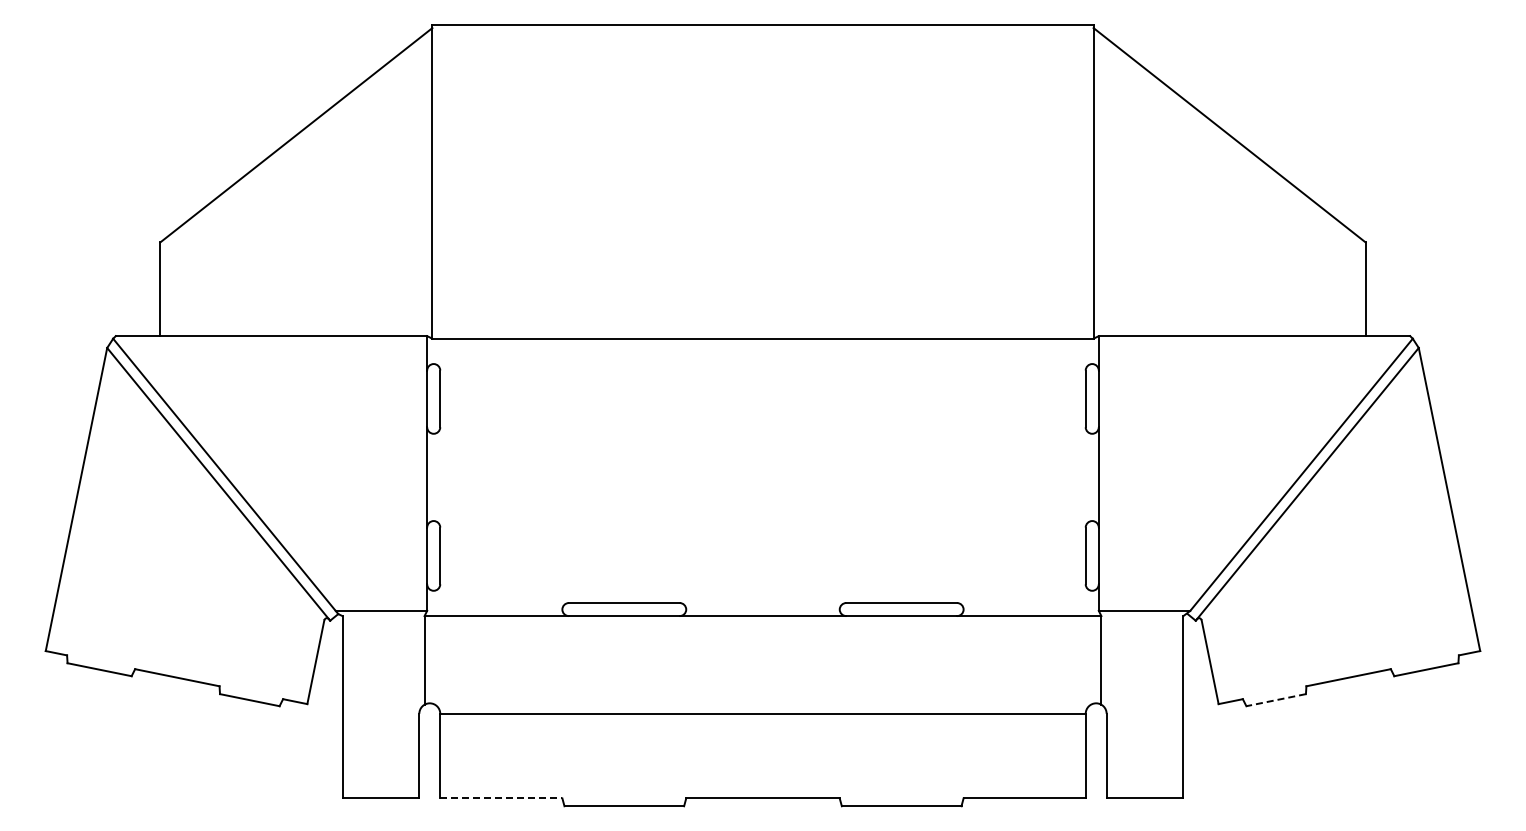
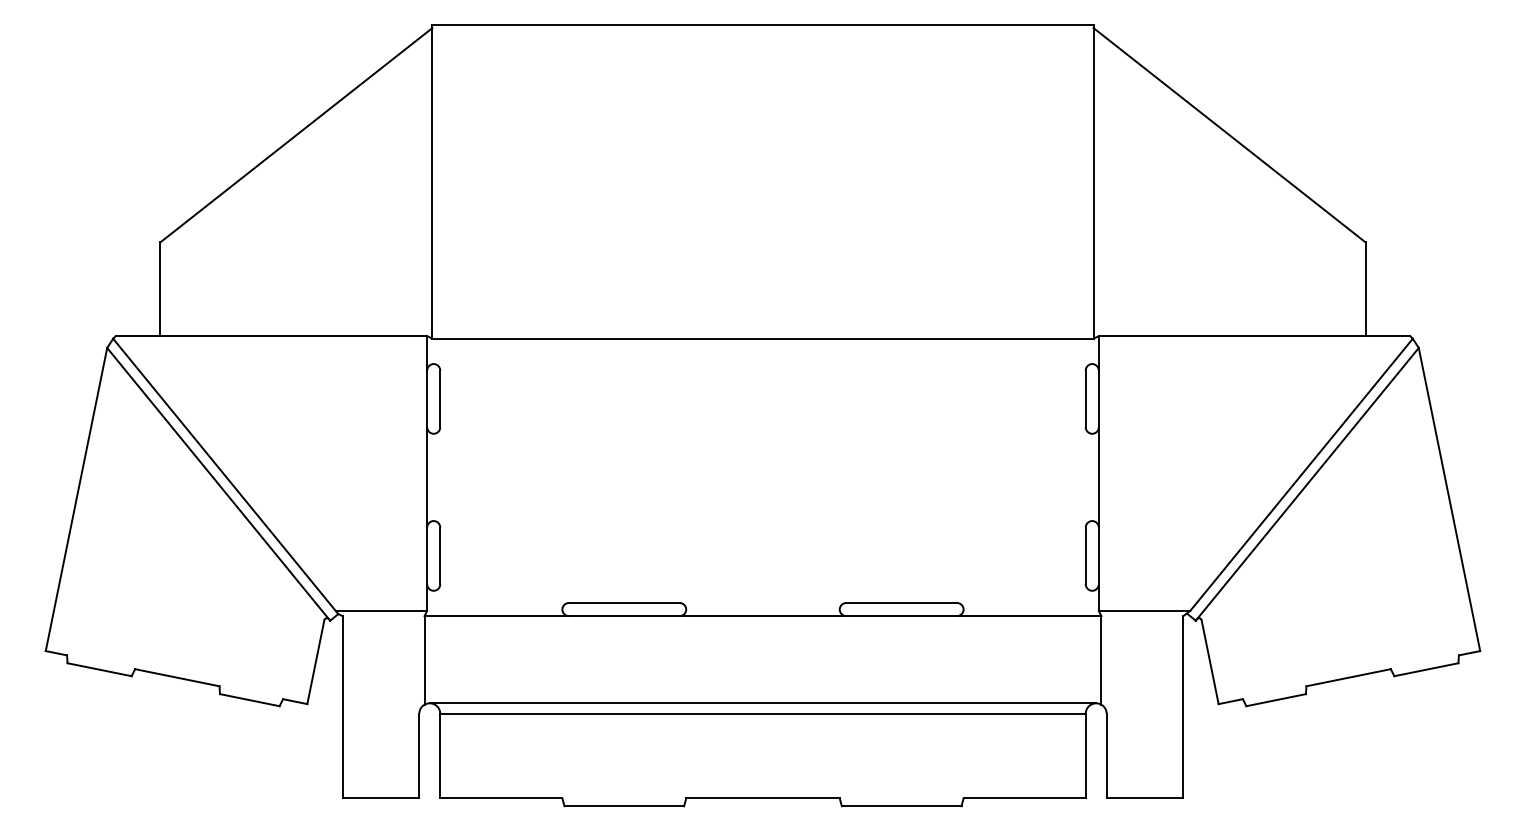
line at (1275, 700): dashed -> solid
line at (762, 703): none -> present
line at (501, 798): dashed -> solid
